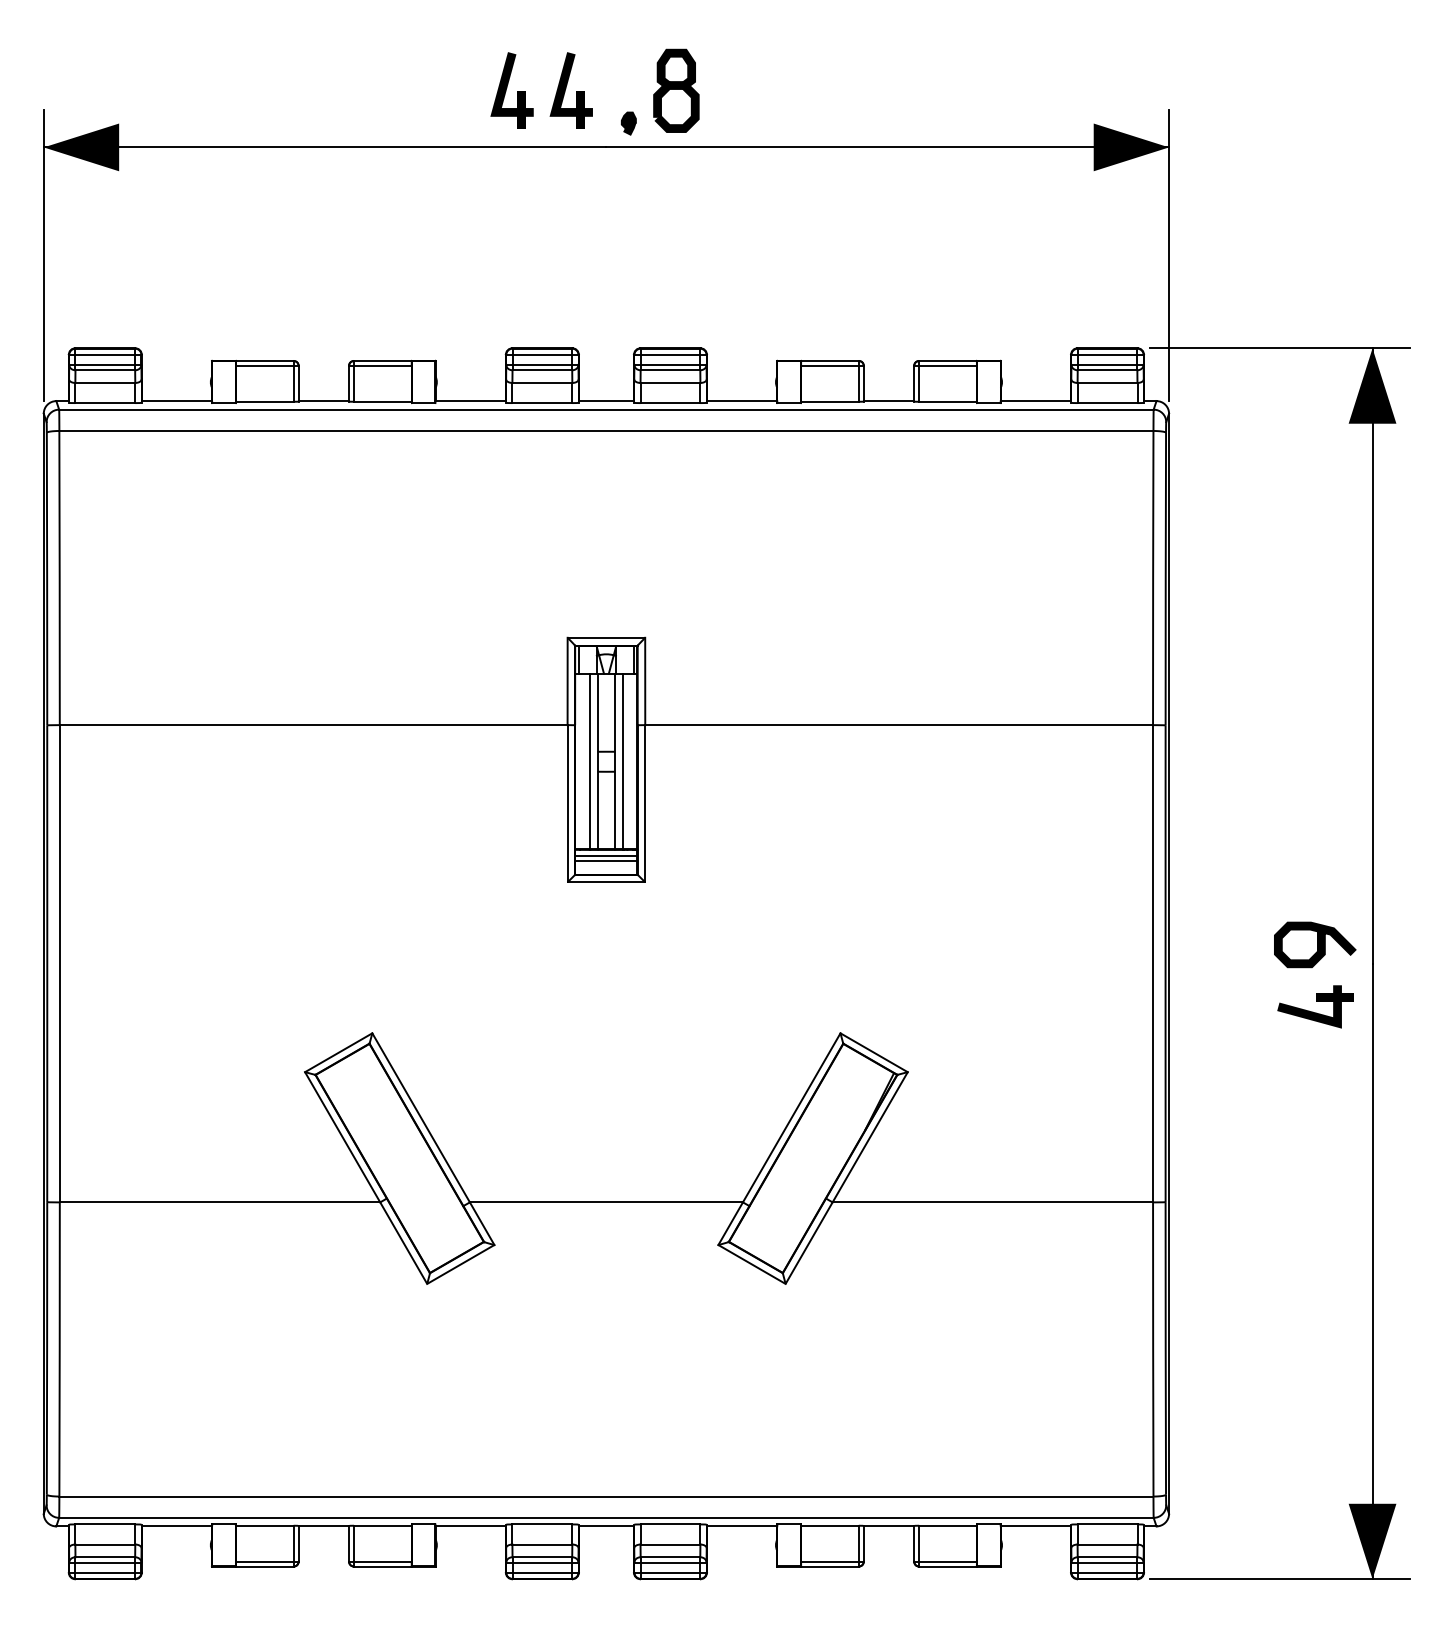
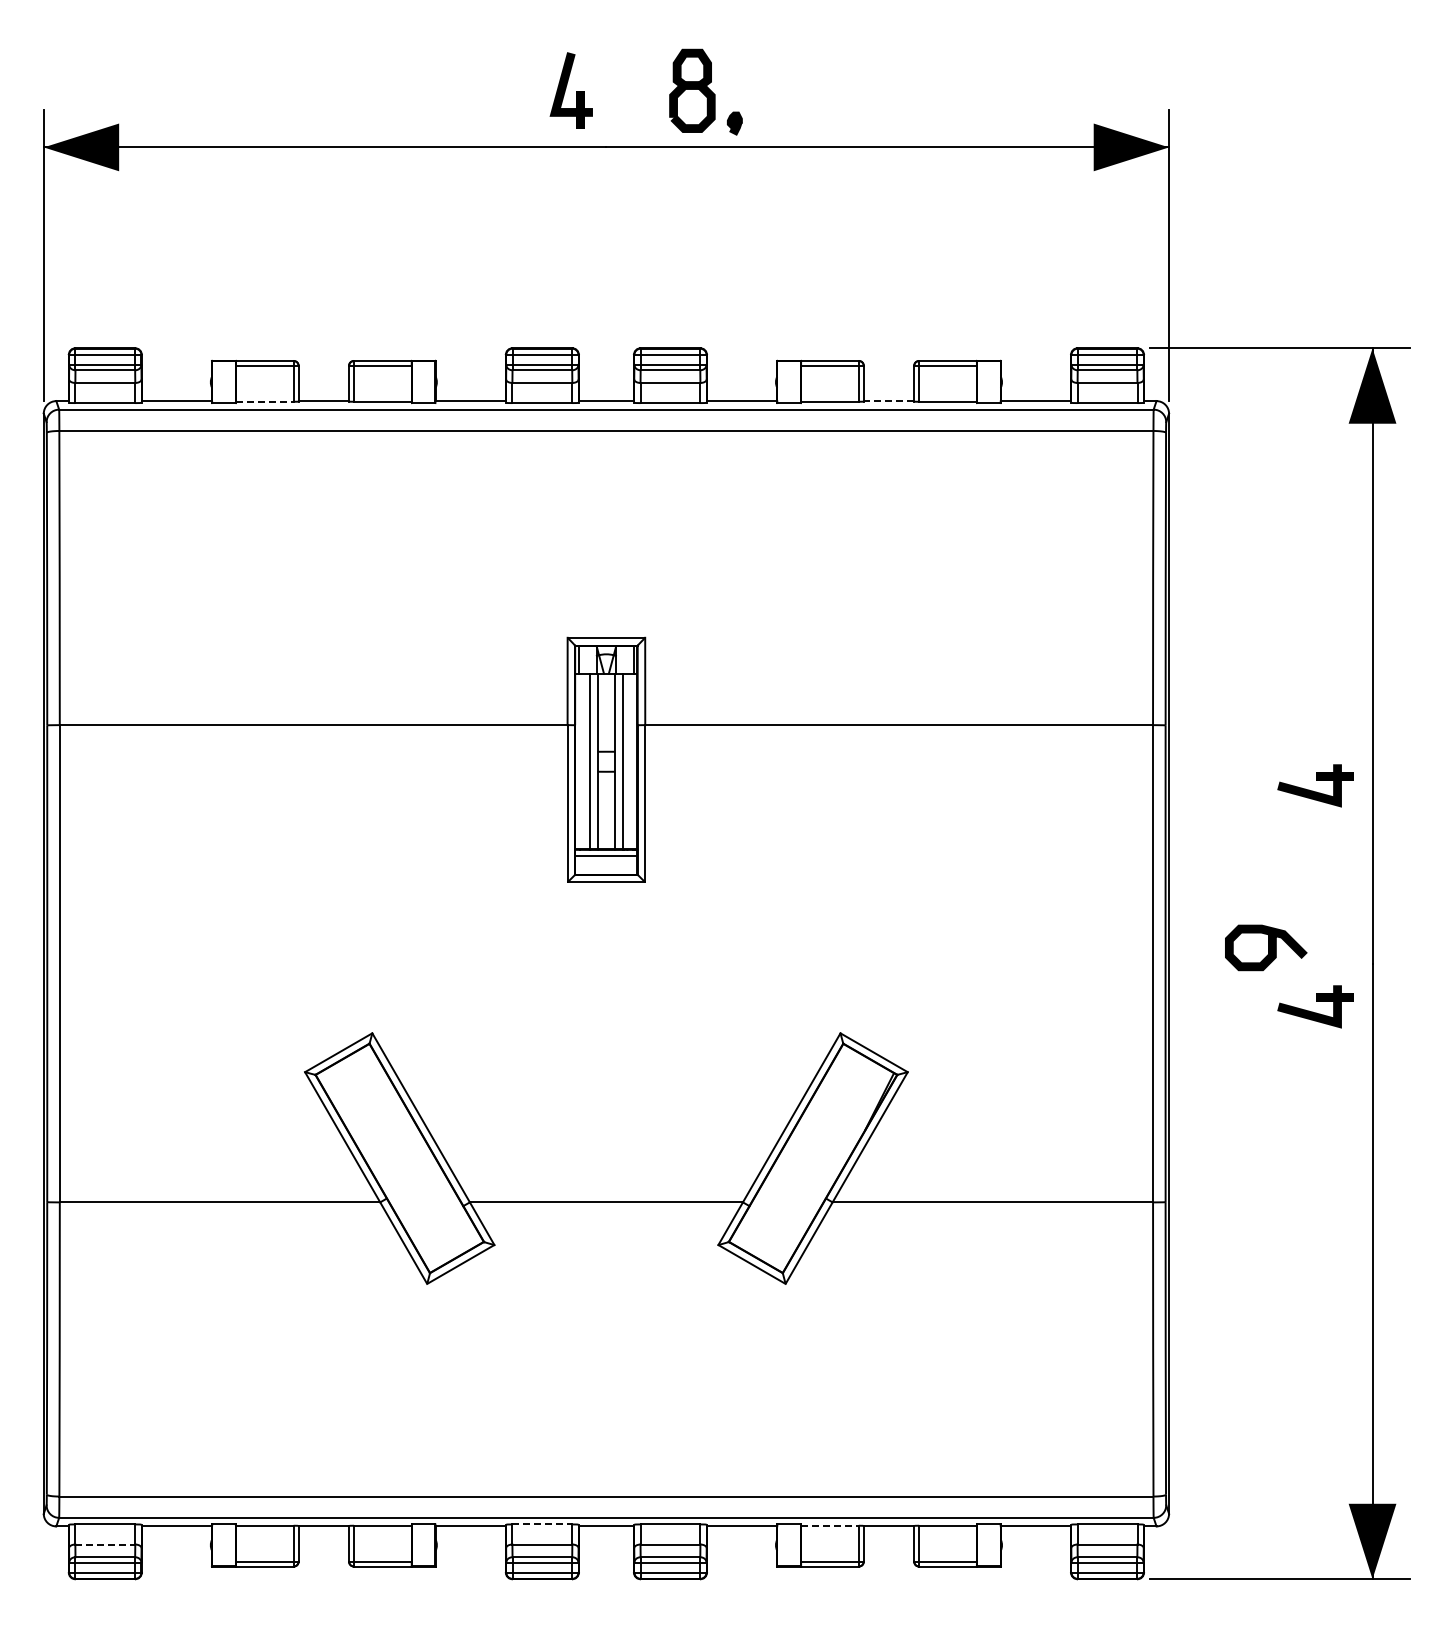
part at (511, 90): present -> none
part at (676, 90) position: (676, 90) -> (692, 90)
part at (628, 123) position: (628, 123) -> (734, 123)
line at (264, 401): solid -> dashed
line at (888, 401): solid -> dashed
part at (1315, 785): none -> present
line at (606, 861): present -> none
curve at (1317, 944) position: (1317, 944) -> (1268, 947)
line at (542, 1524): solid -> dashed
line at (829, 1525): solid -> dashed
line at (105, 1544): solid -> dashed
